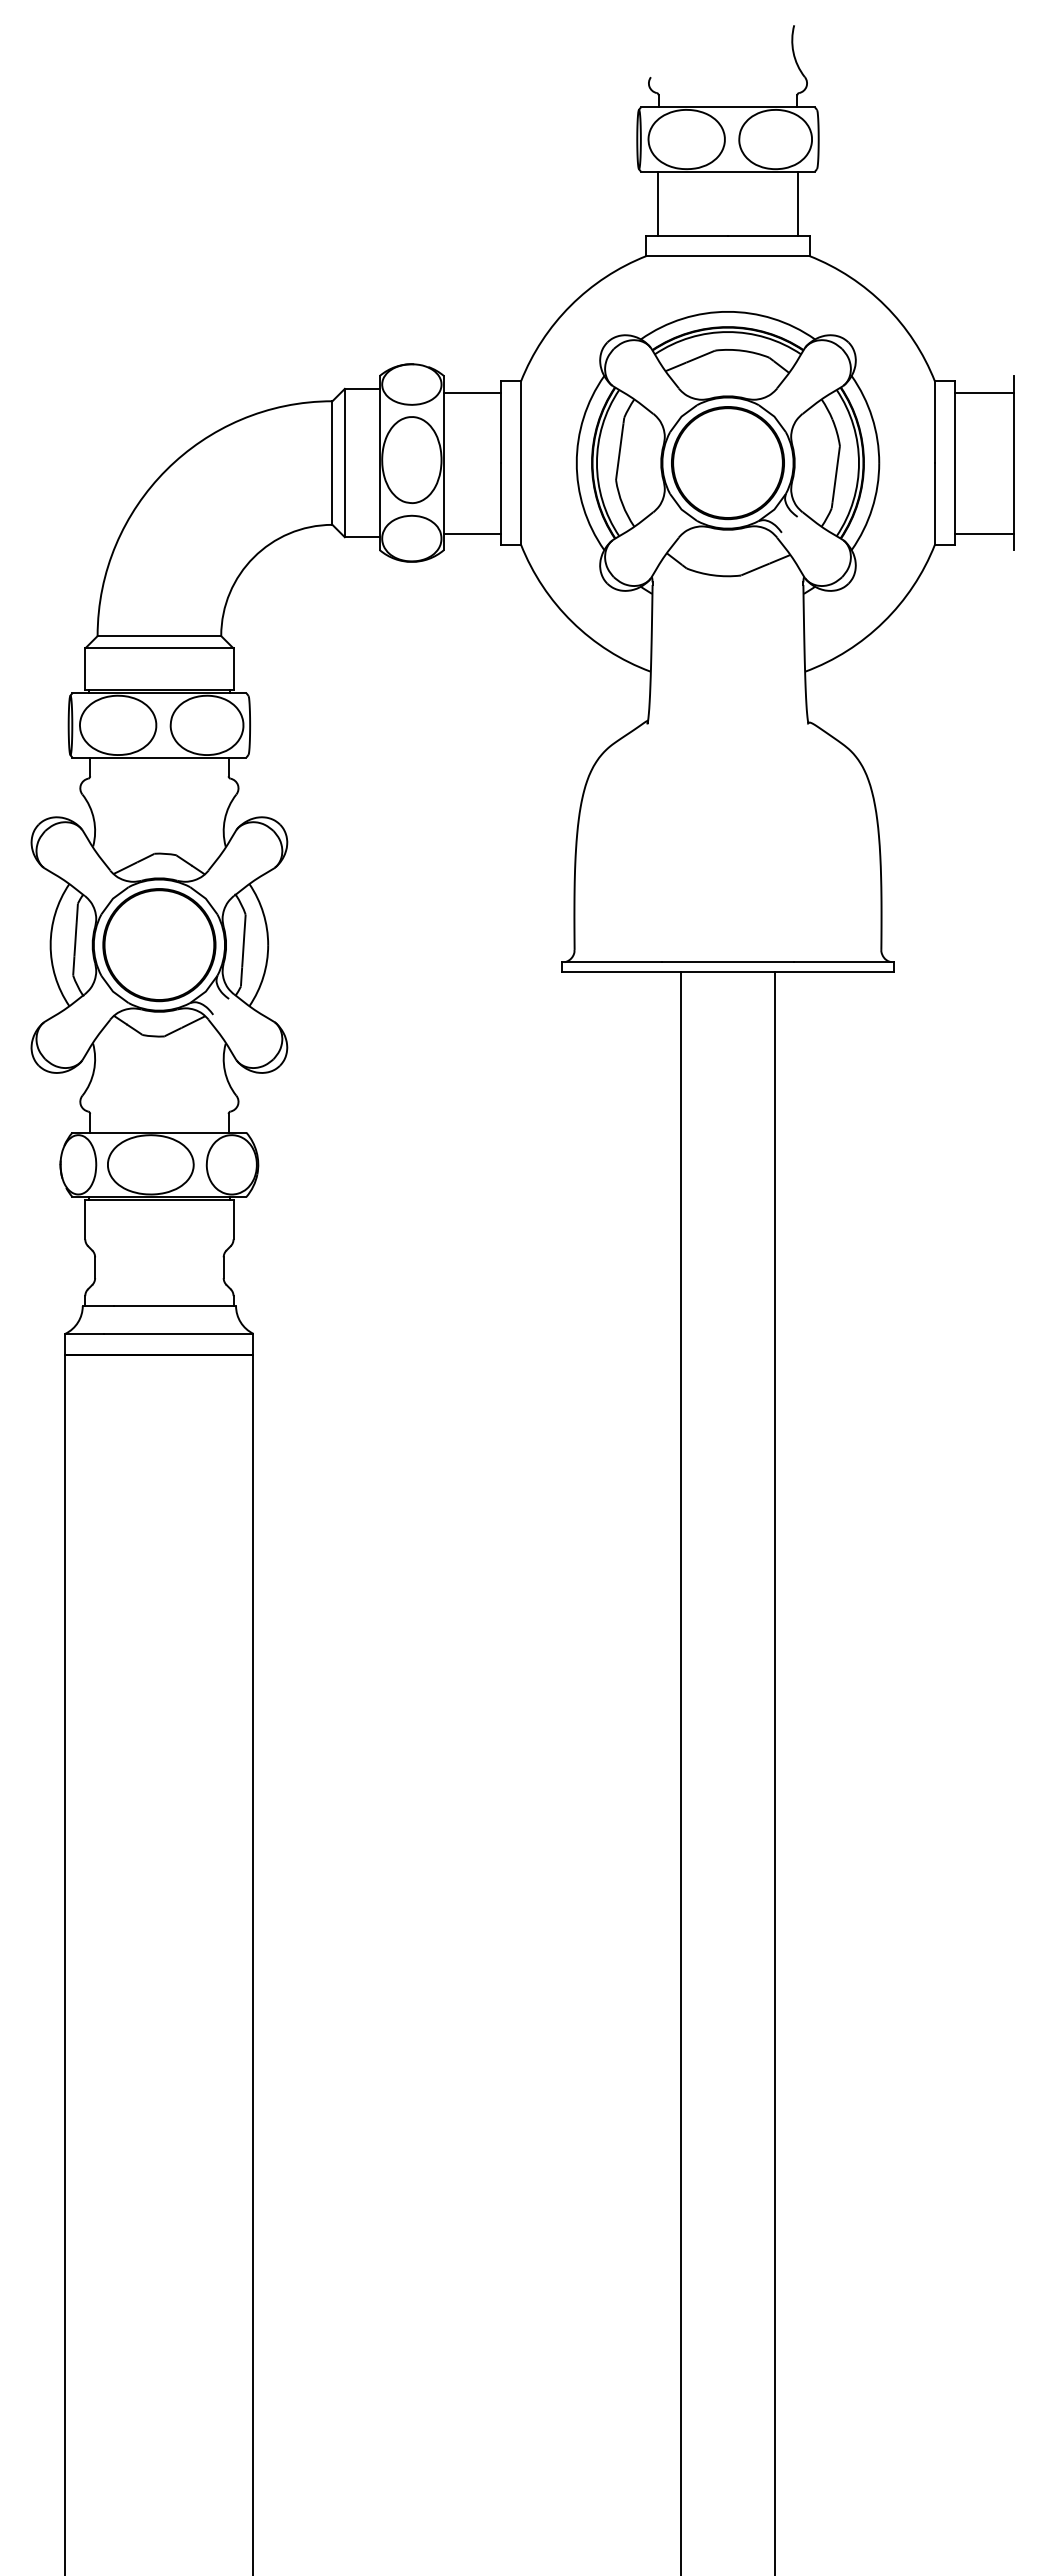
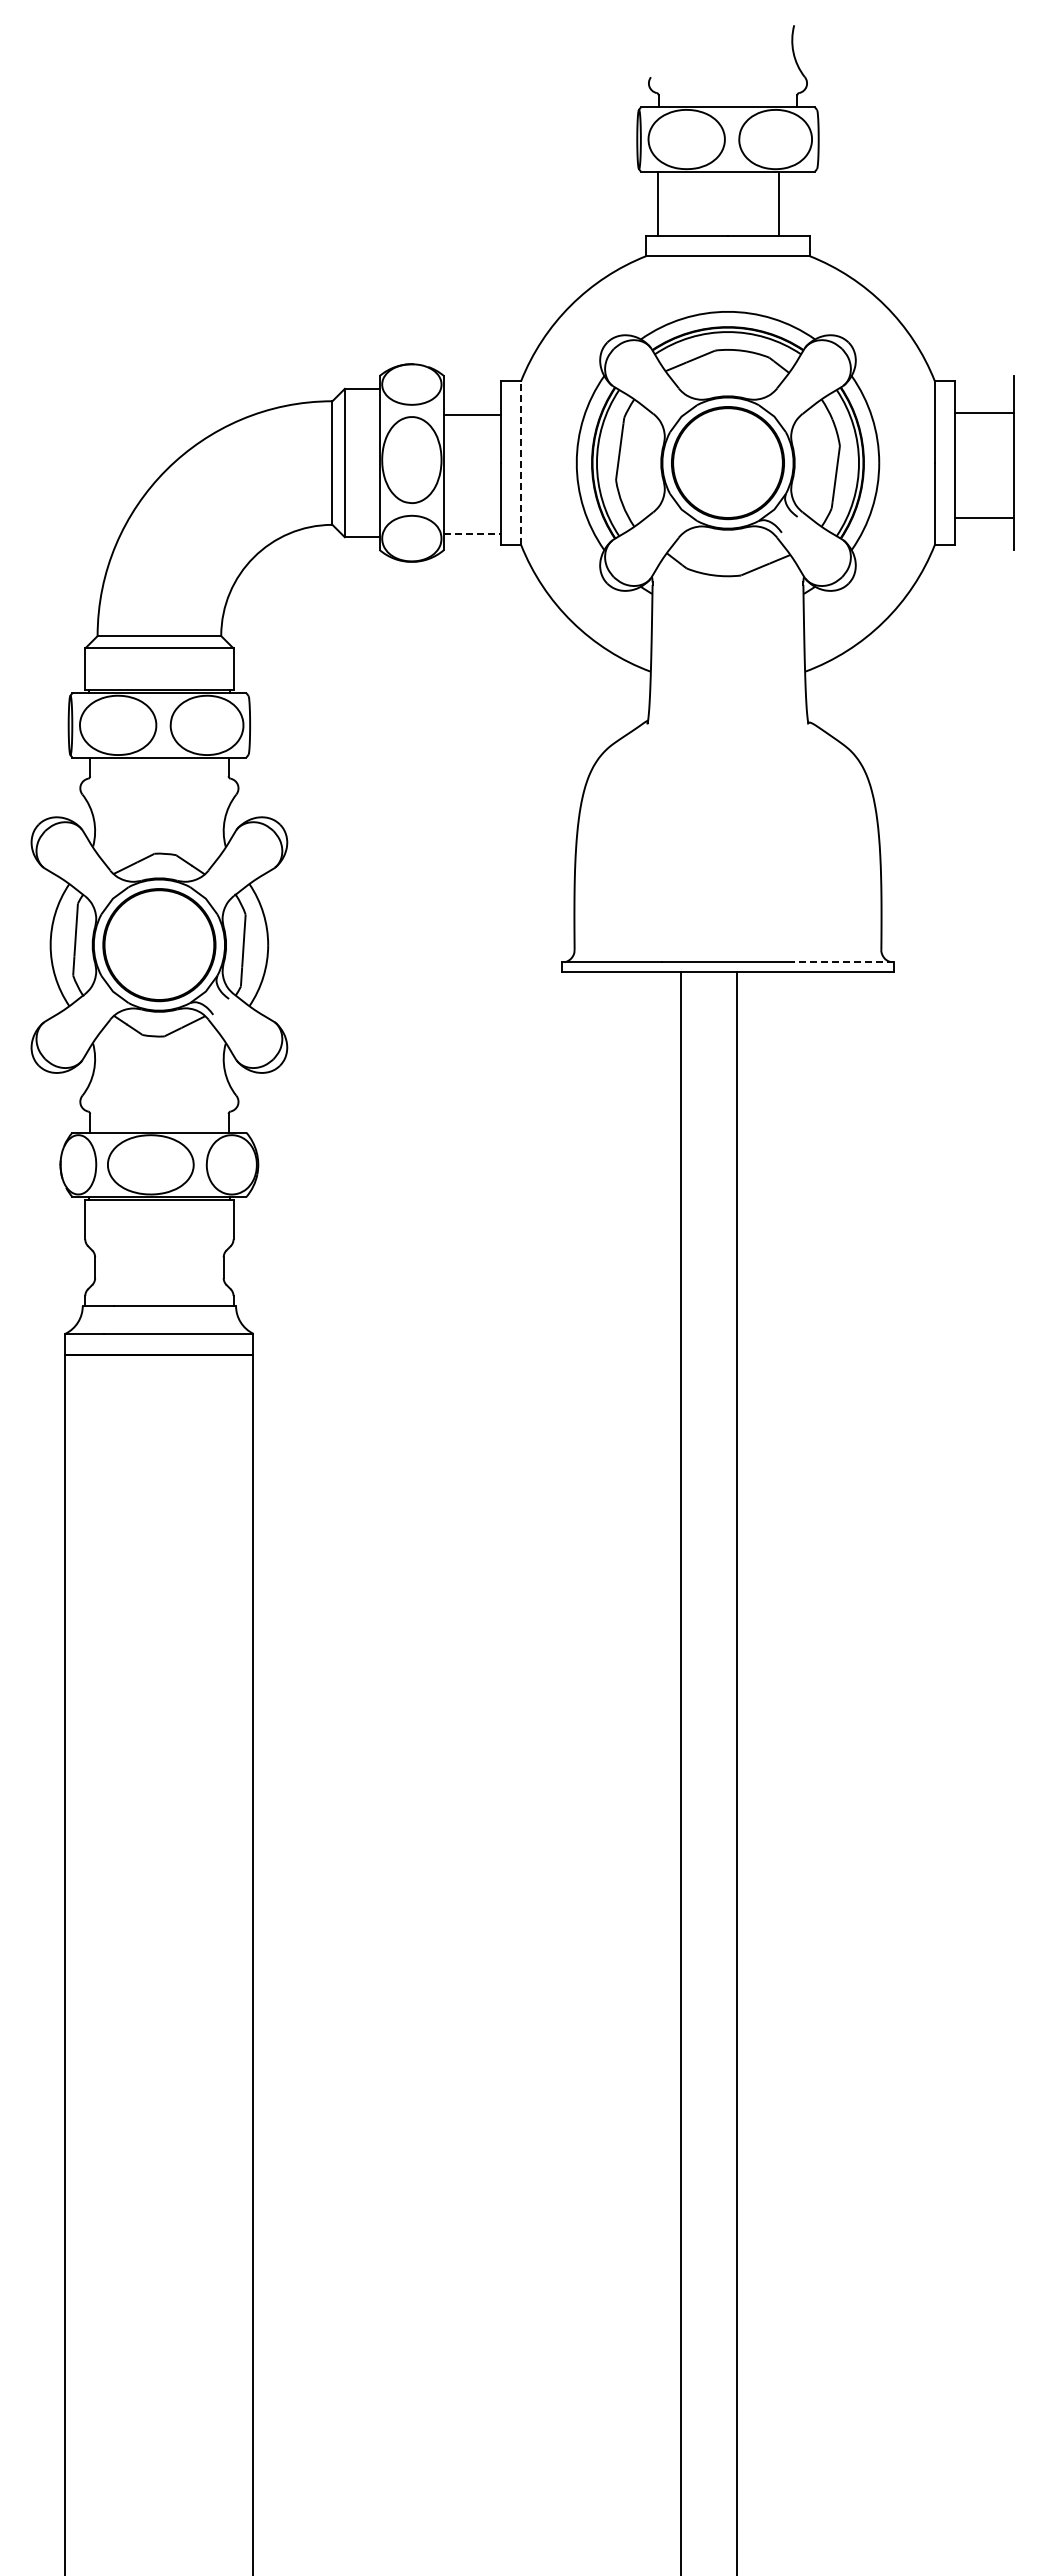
line at (798, 203) position: (798, 203) -> (779, 203)
line at (472, 392) position: (472, 392) -> (472, 414)
line at (984, 392) position: (984, 392) -> (984, 412)
line at (520, 463): solid -> dashed
line at (472, 533): solid -> dashed
line at (984, 533) position: (984, 533) -> (984, 517)
line at (843, 962): solid -> dashed
line at (775, 1772) position: (775, 1772) -> (737, 1772)
